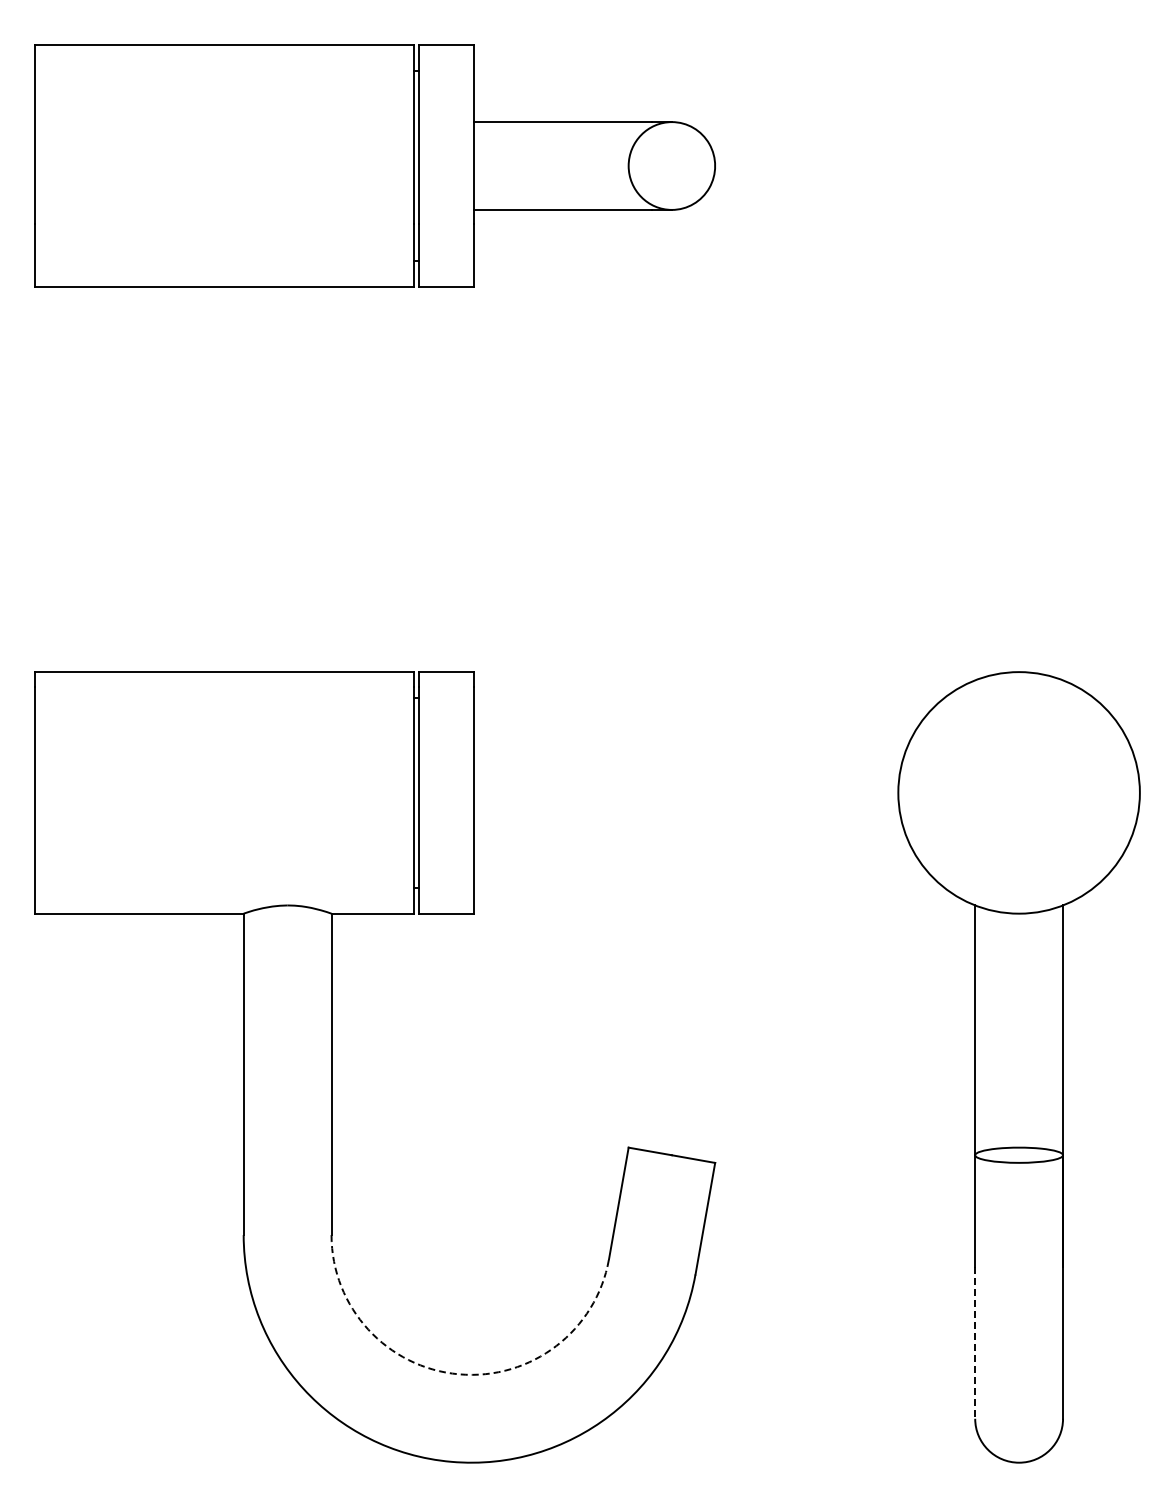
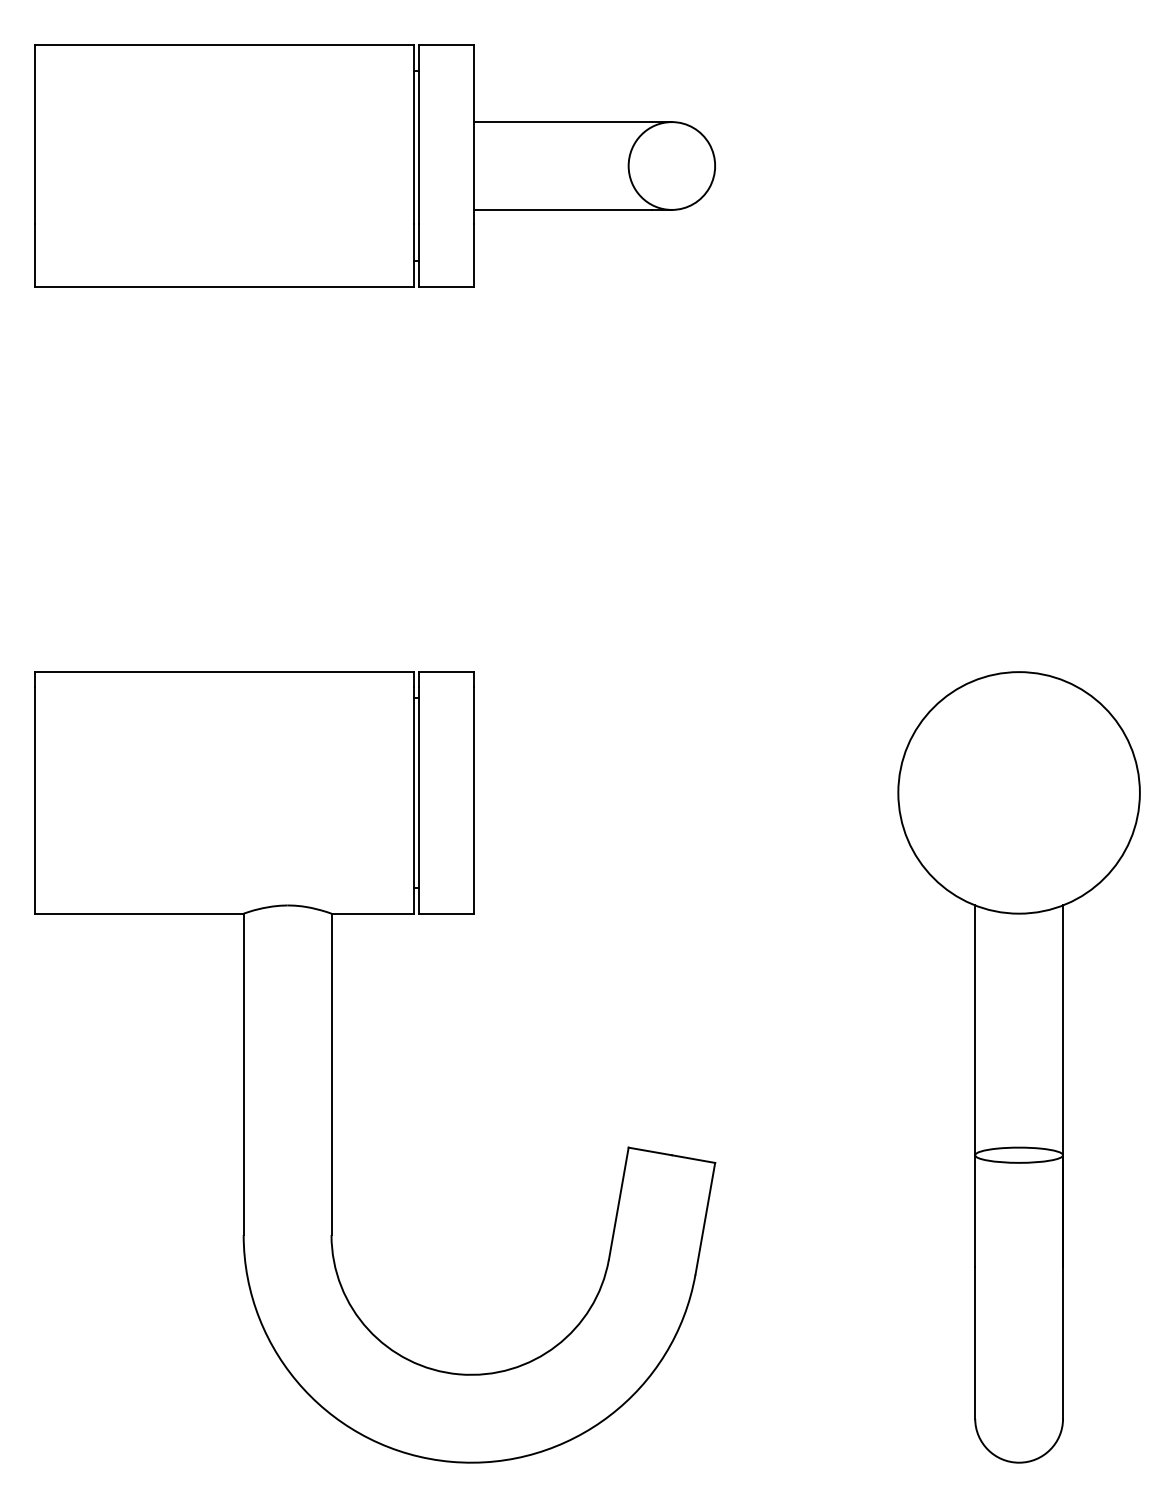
line at (975, 1342): dashed -> solid
arc at (459, 1374): dashed -> solid
